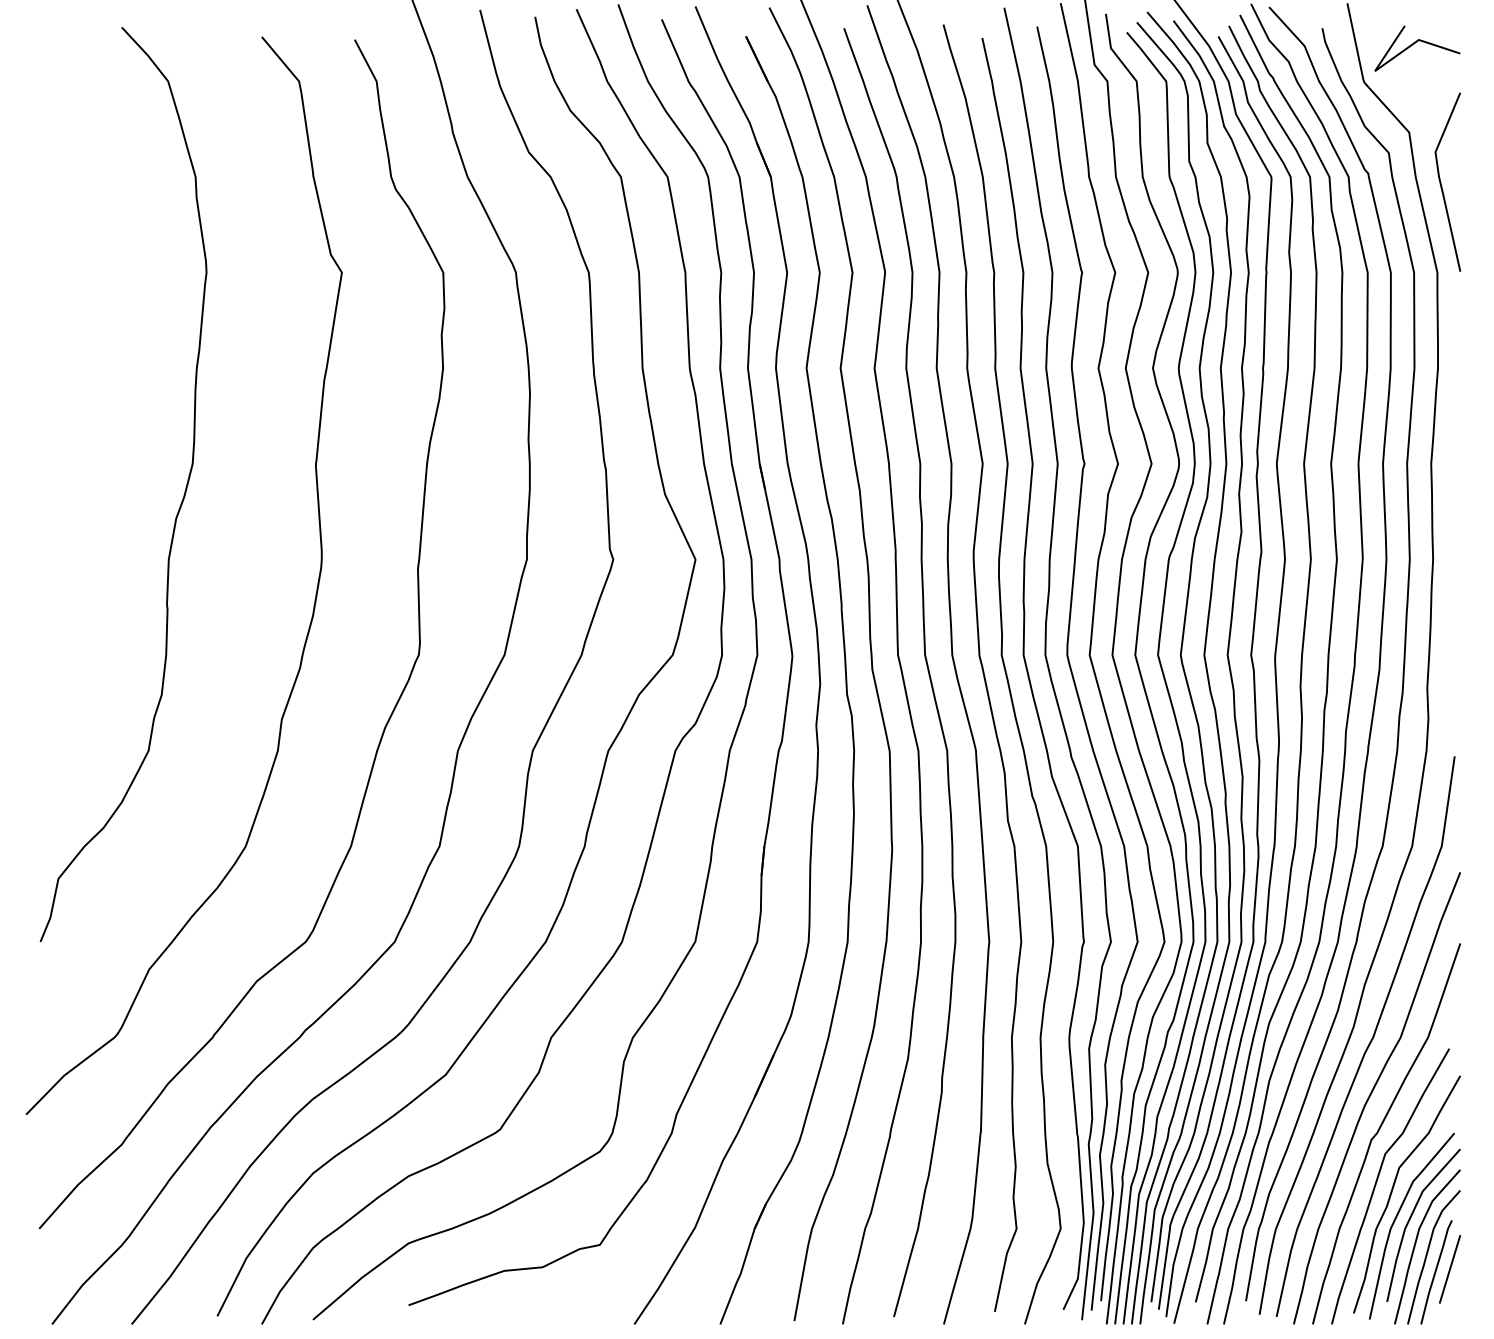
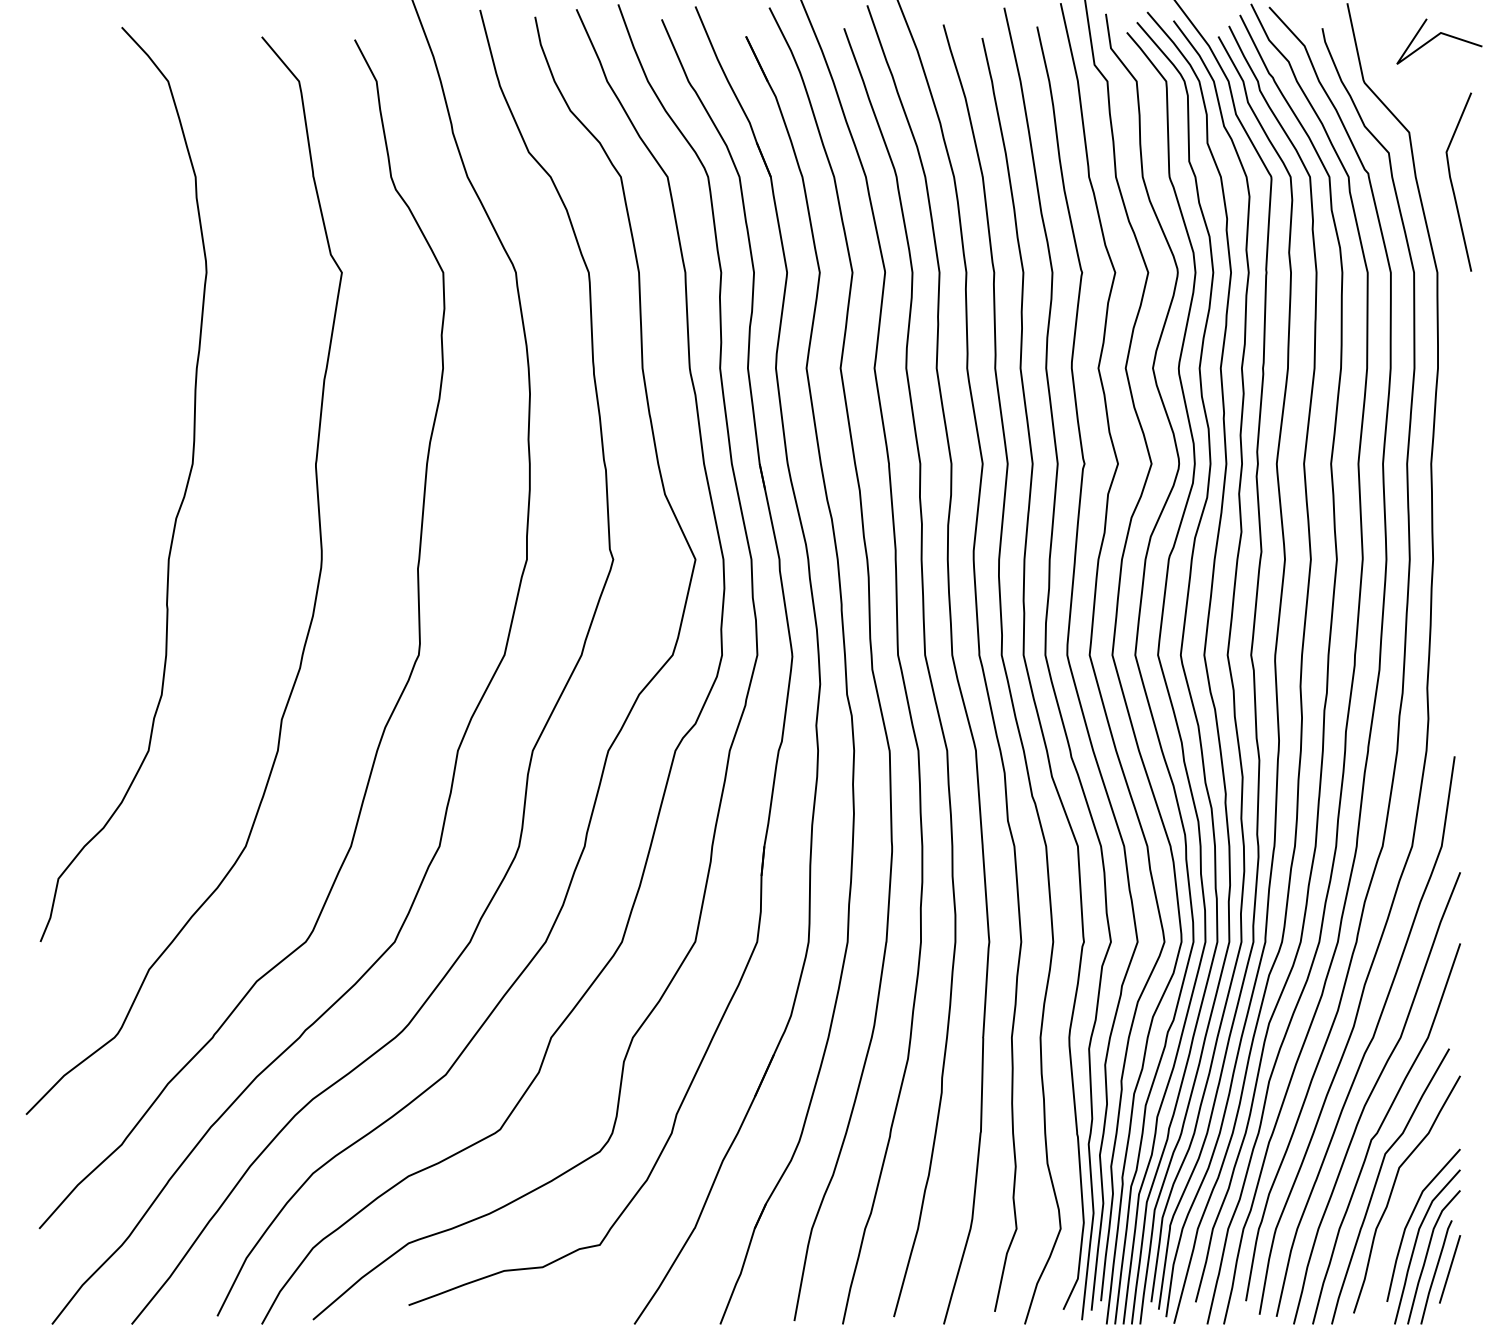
line at (1414, 44) position: (1414, 44) -> (1436, 37)
line at (1441, 182) position: (1441, 182) -> (1452, 182)
curve at (1397, 1217): present -> none
